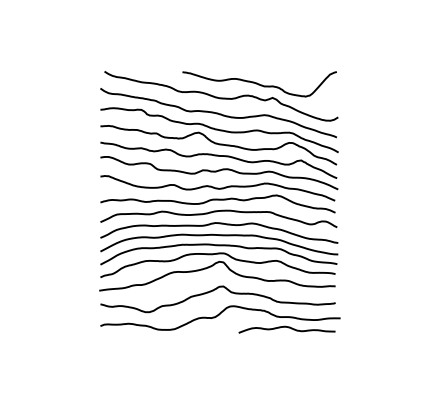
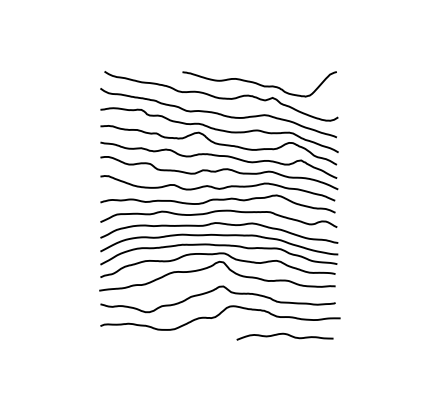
curve at (286, 327) position: (286, 327) -> (284, 334)
